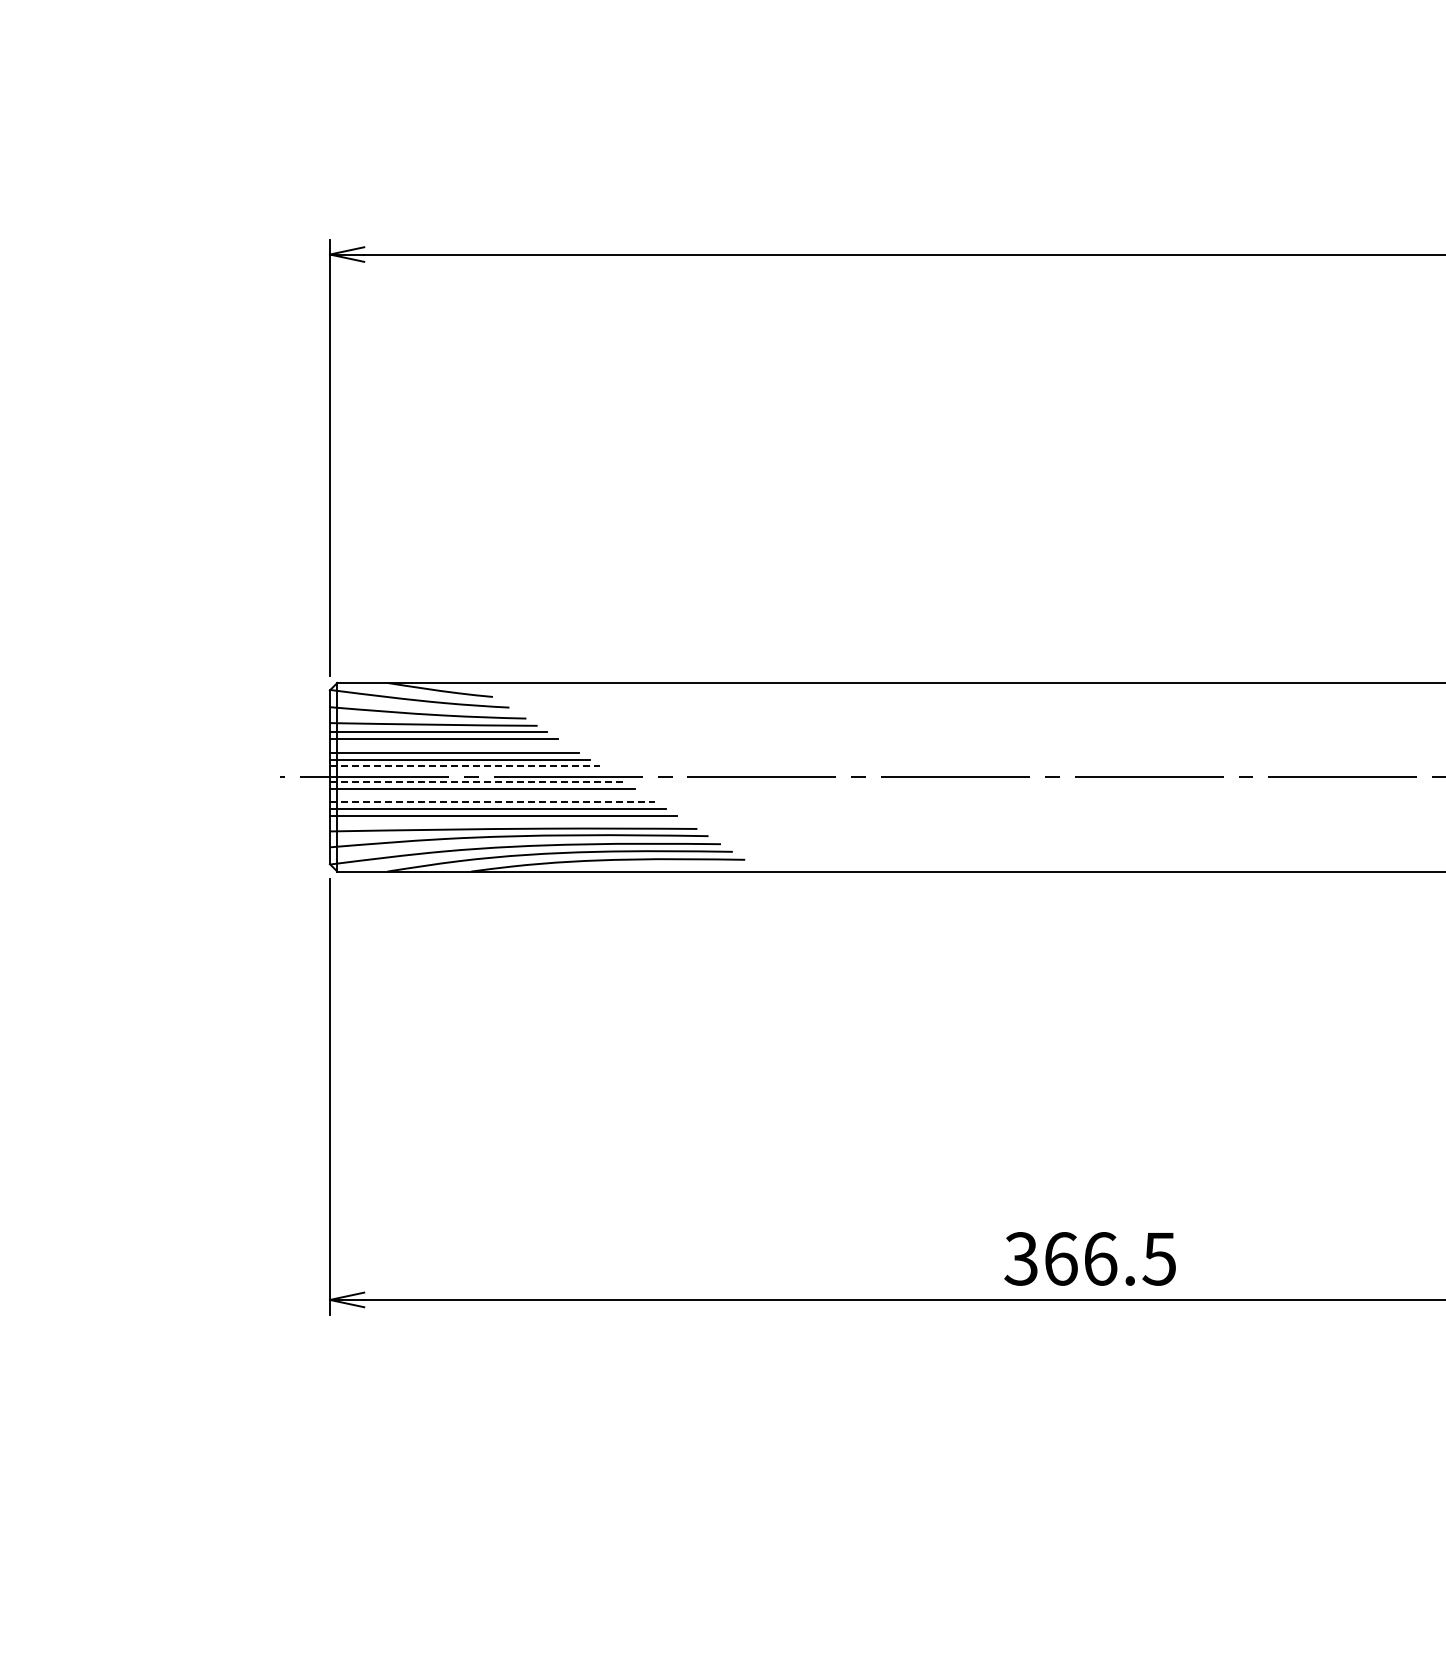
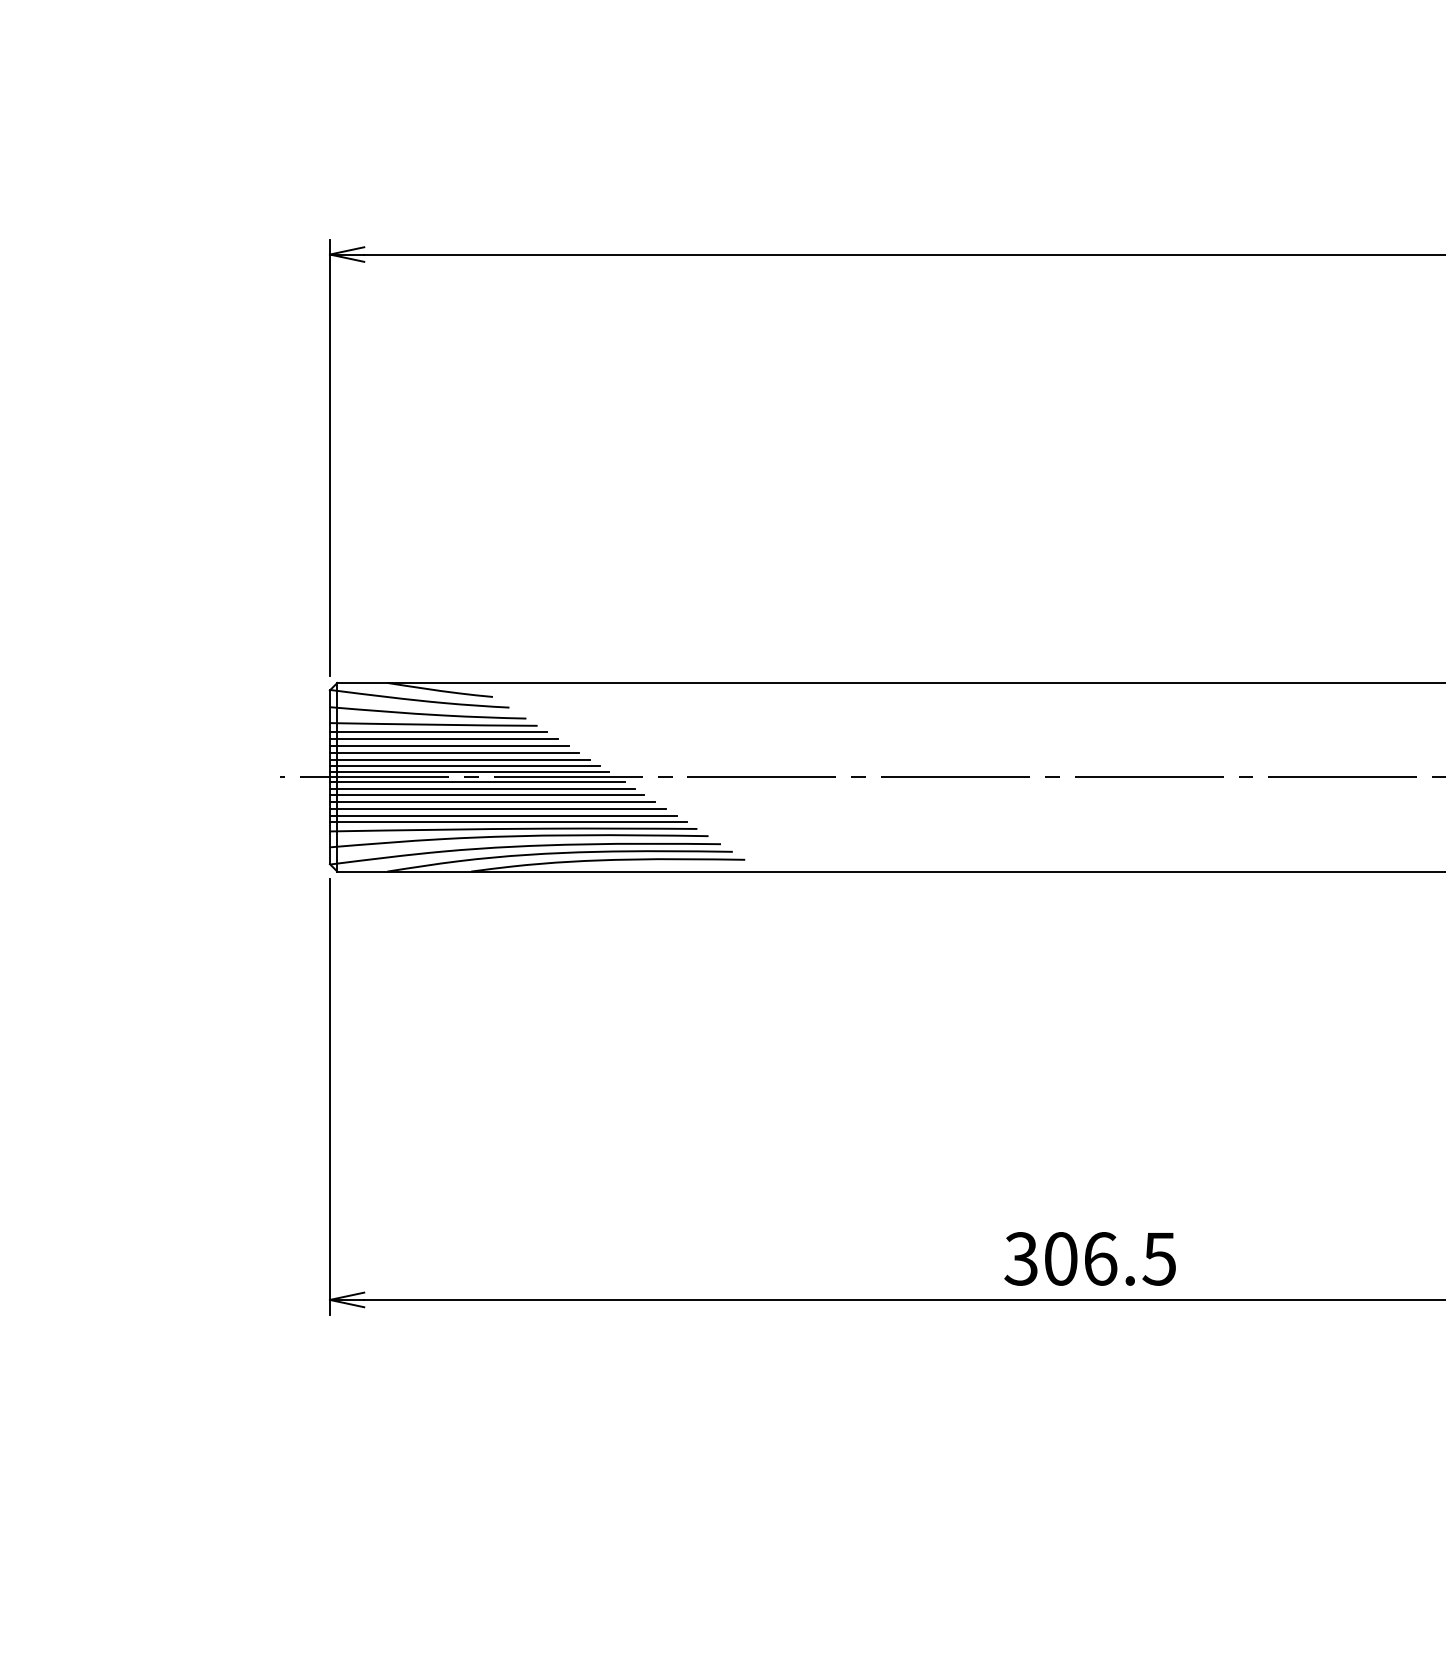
line at (448, 745): none -> present
line at (464, 765): dashed -> solid
line at (469, 772): none -> present
line at (477, 782): dashed -> solid
line at (486, 794): none -> present
line at (492, 801): dashed -> solid
line at (508, 822): none -> present
text at (1061, 1258): 366.5 -> 306.5
